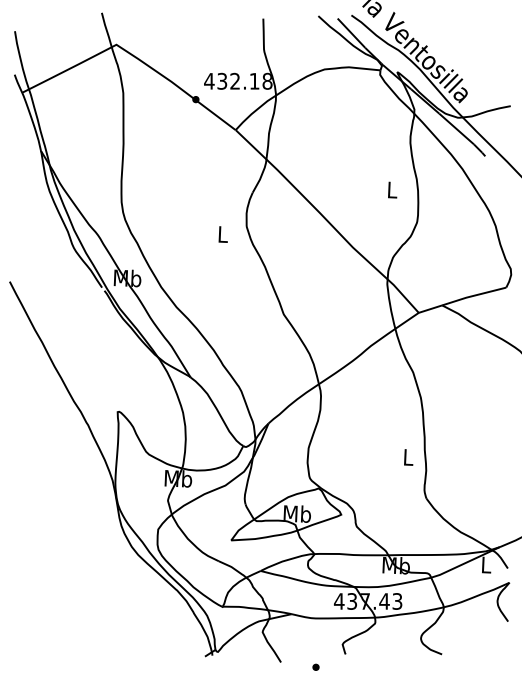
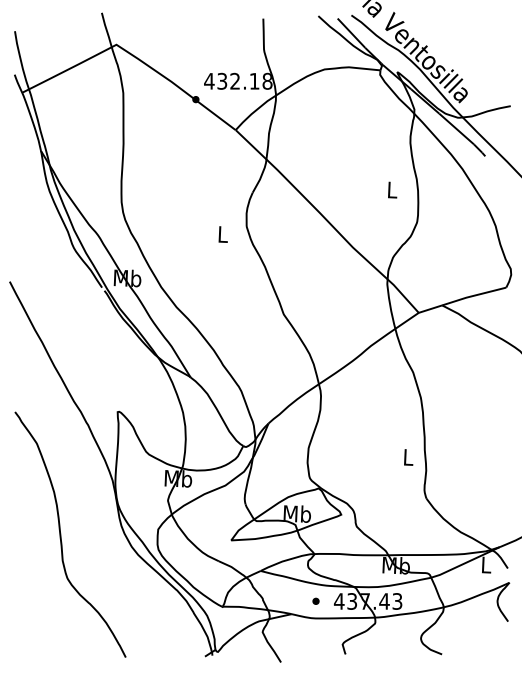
curve at (61, 534): none -> present
part at (315, 666) position: (315, 666) -> (315, 600)
